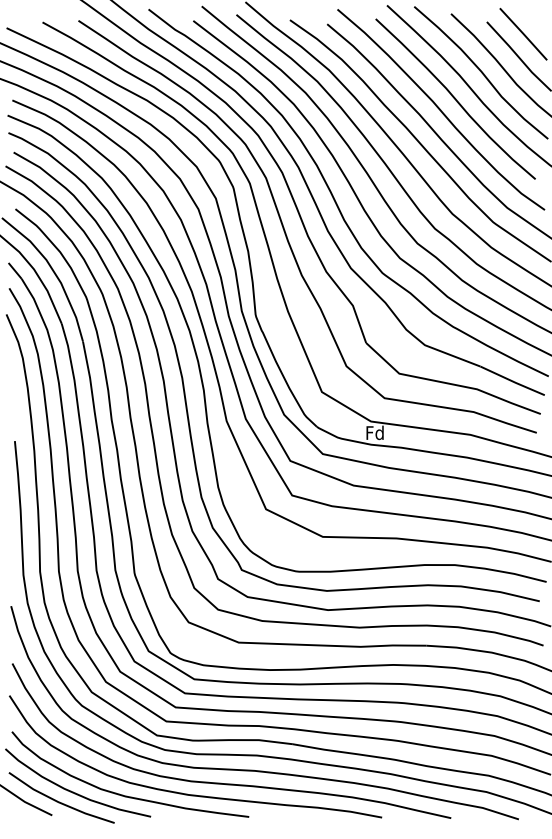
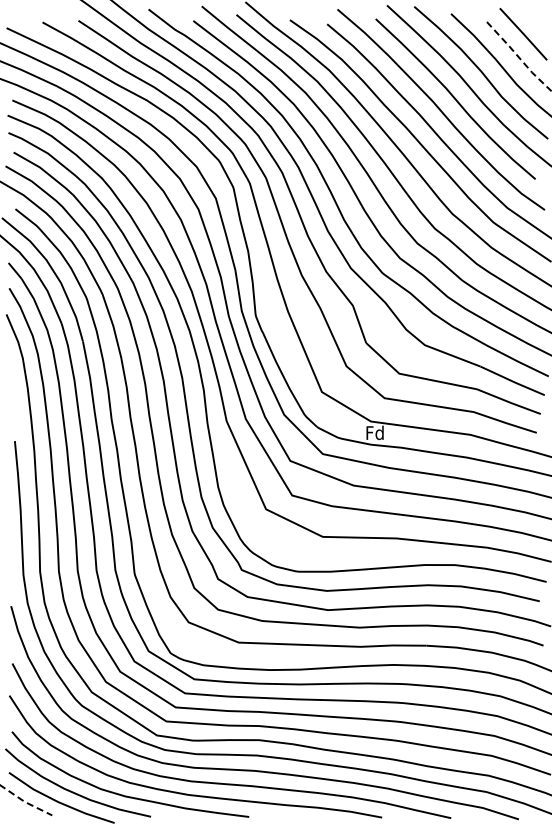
line at (518, 57): solid -> dashed
line at (24, 802): solid -> dashed
